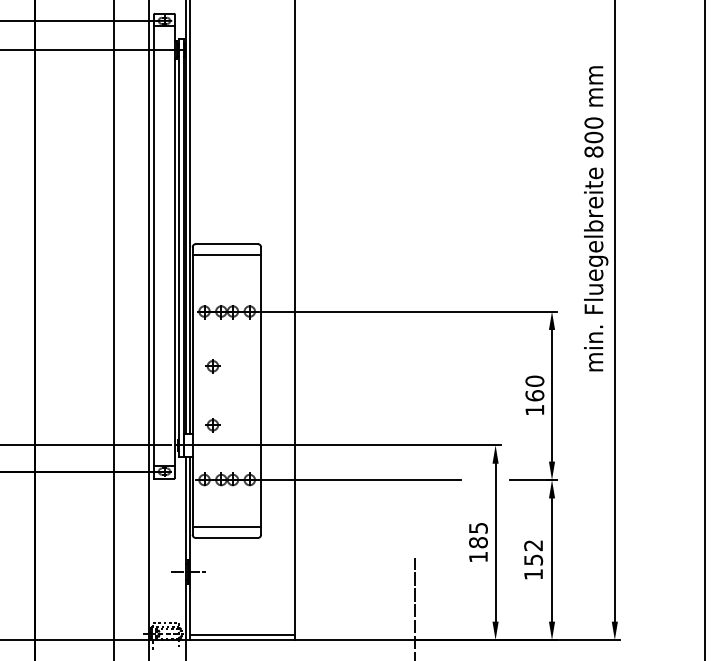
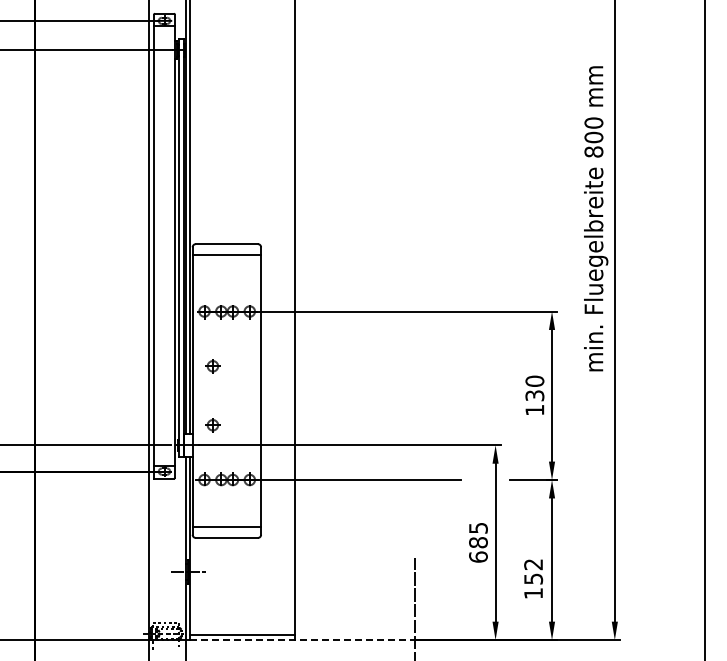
line at (114, 329): present -> none
text at (534, 395): 160 -> 130
text at (478, 556): 185 -> 685
text at (533, 559) position: (533, 559) -> (533, 578)
line at (302, 640): solid -> dashed
